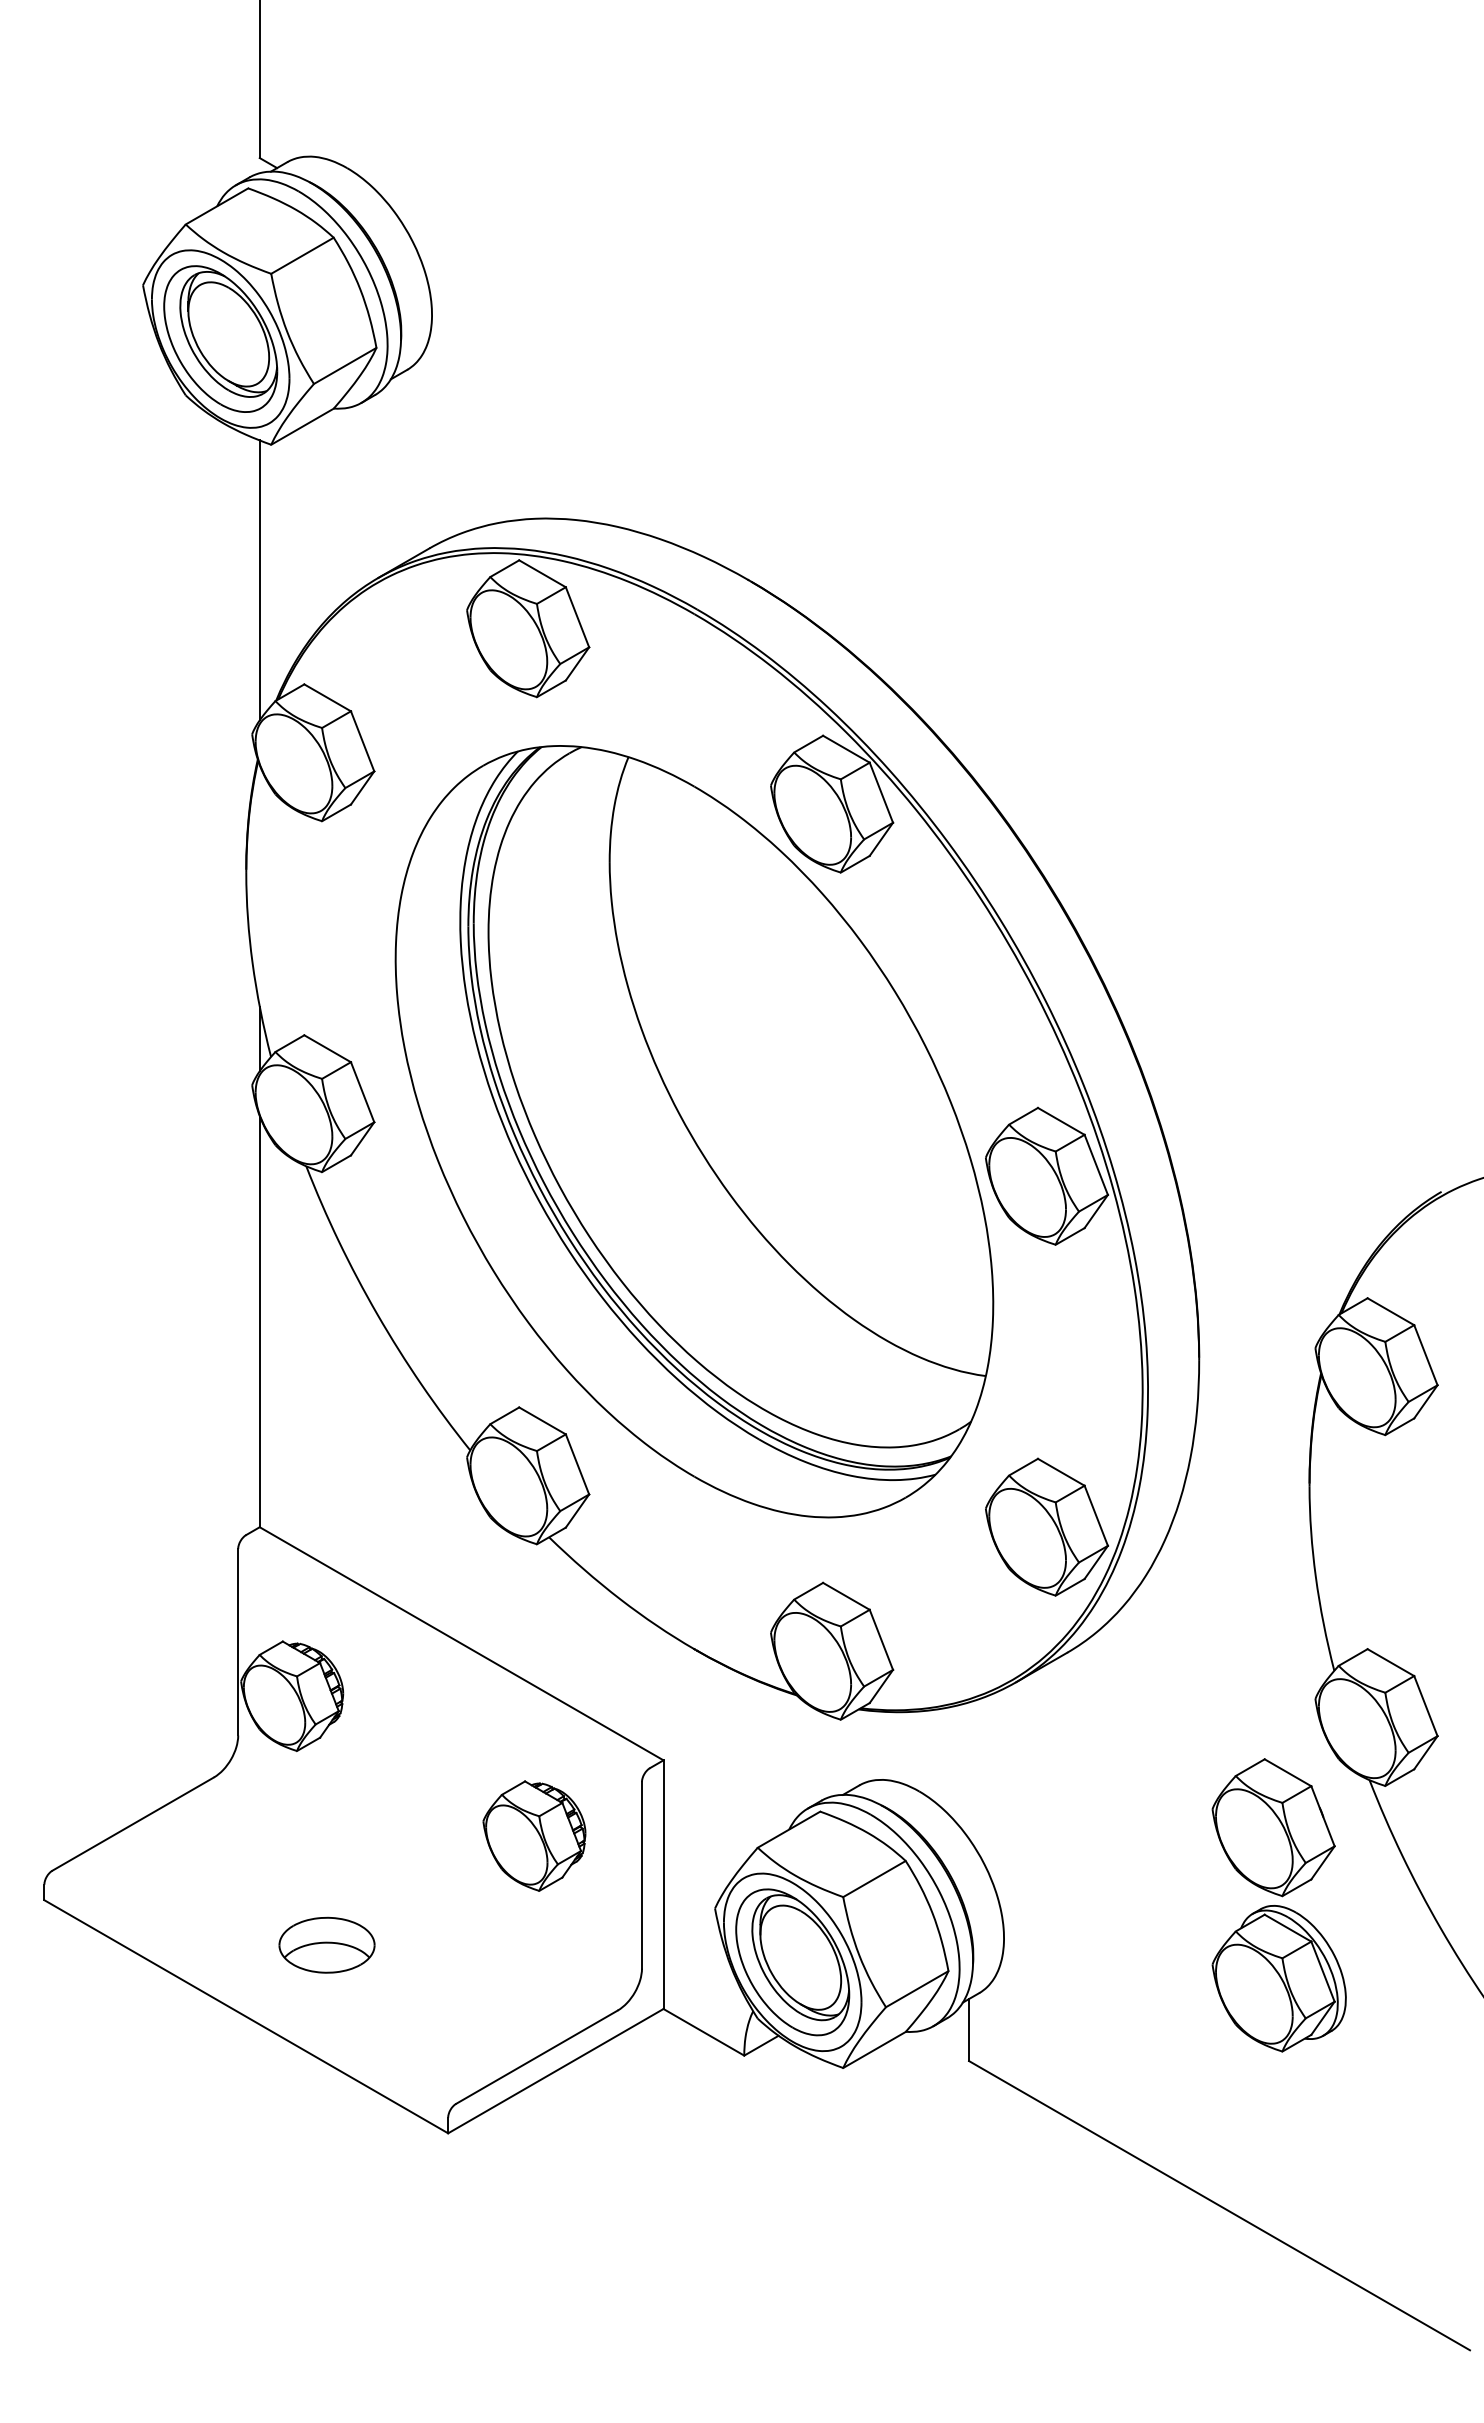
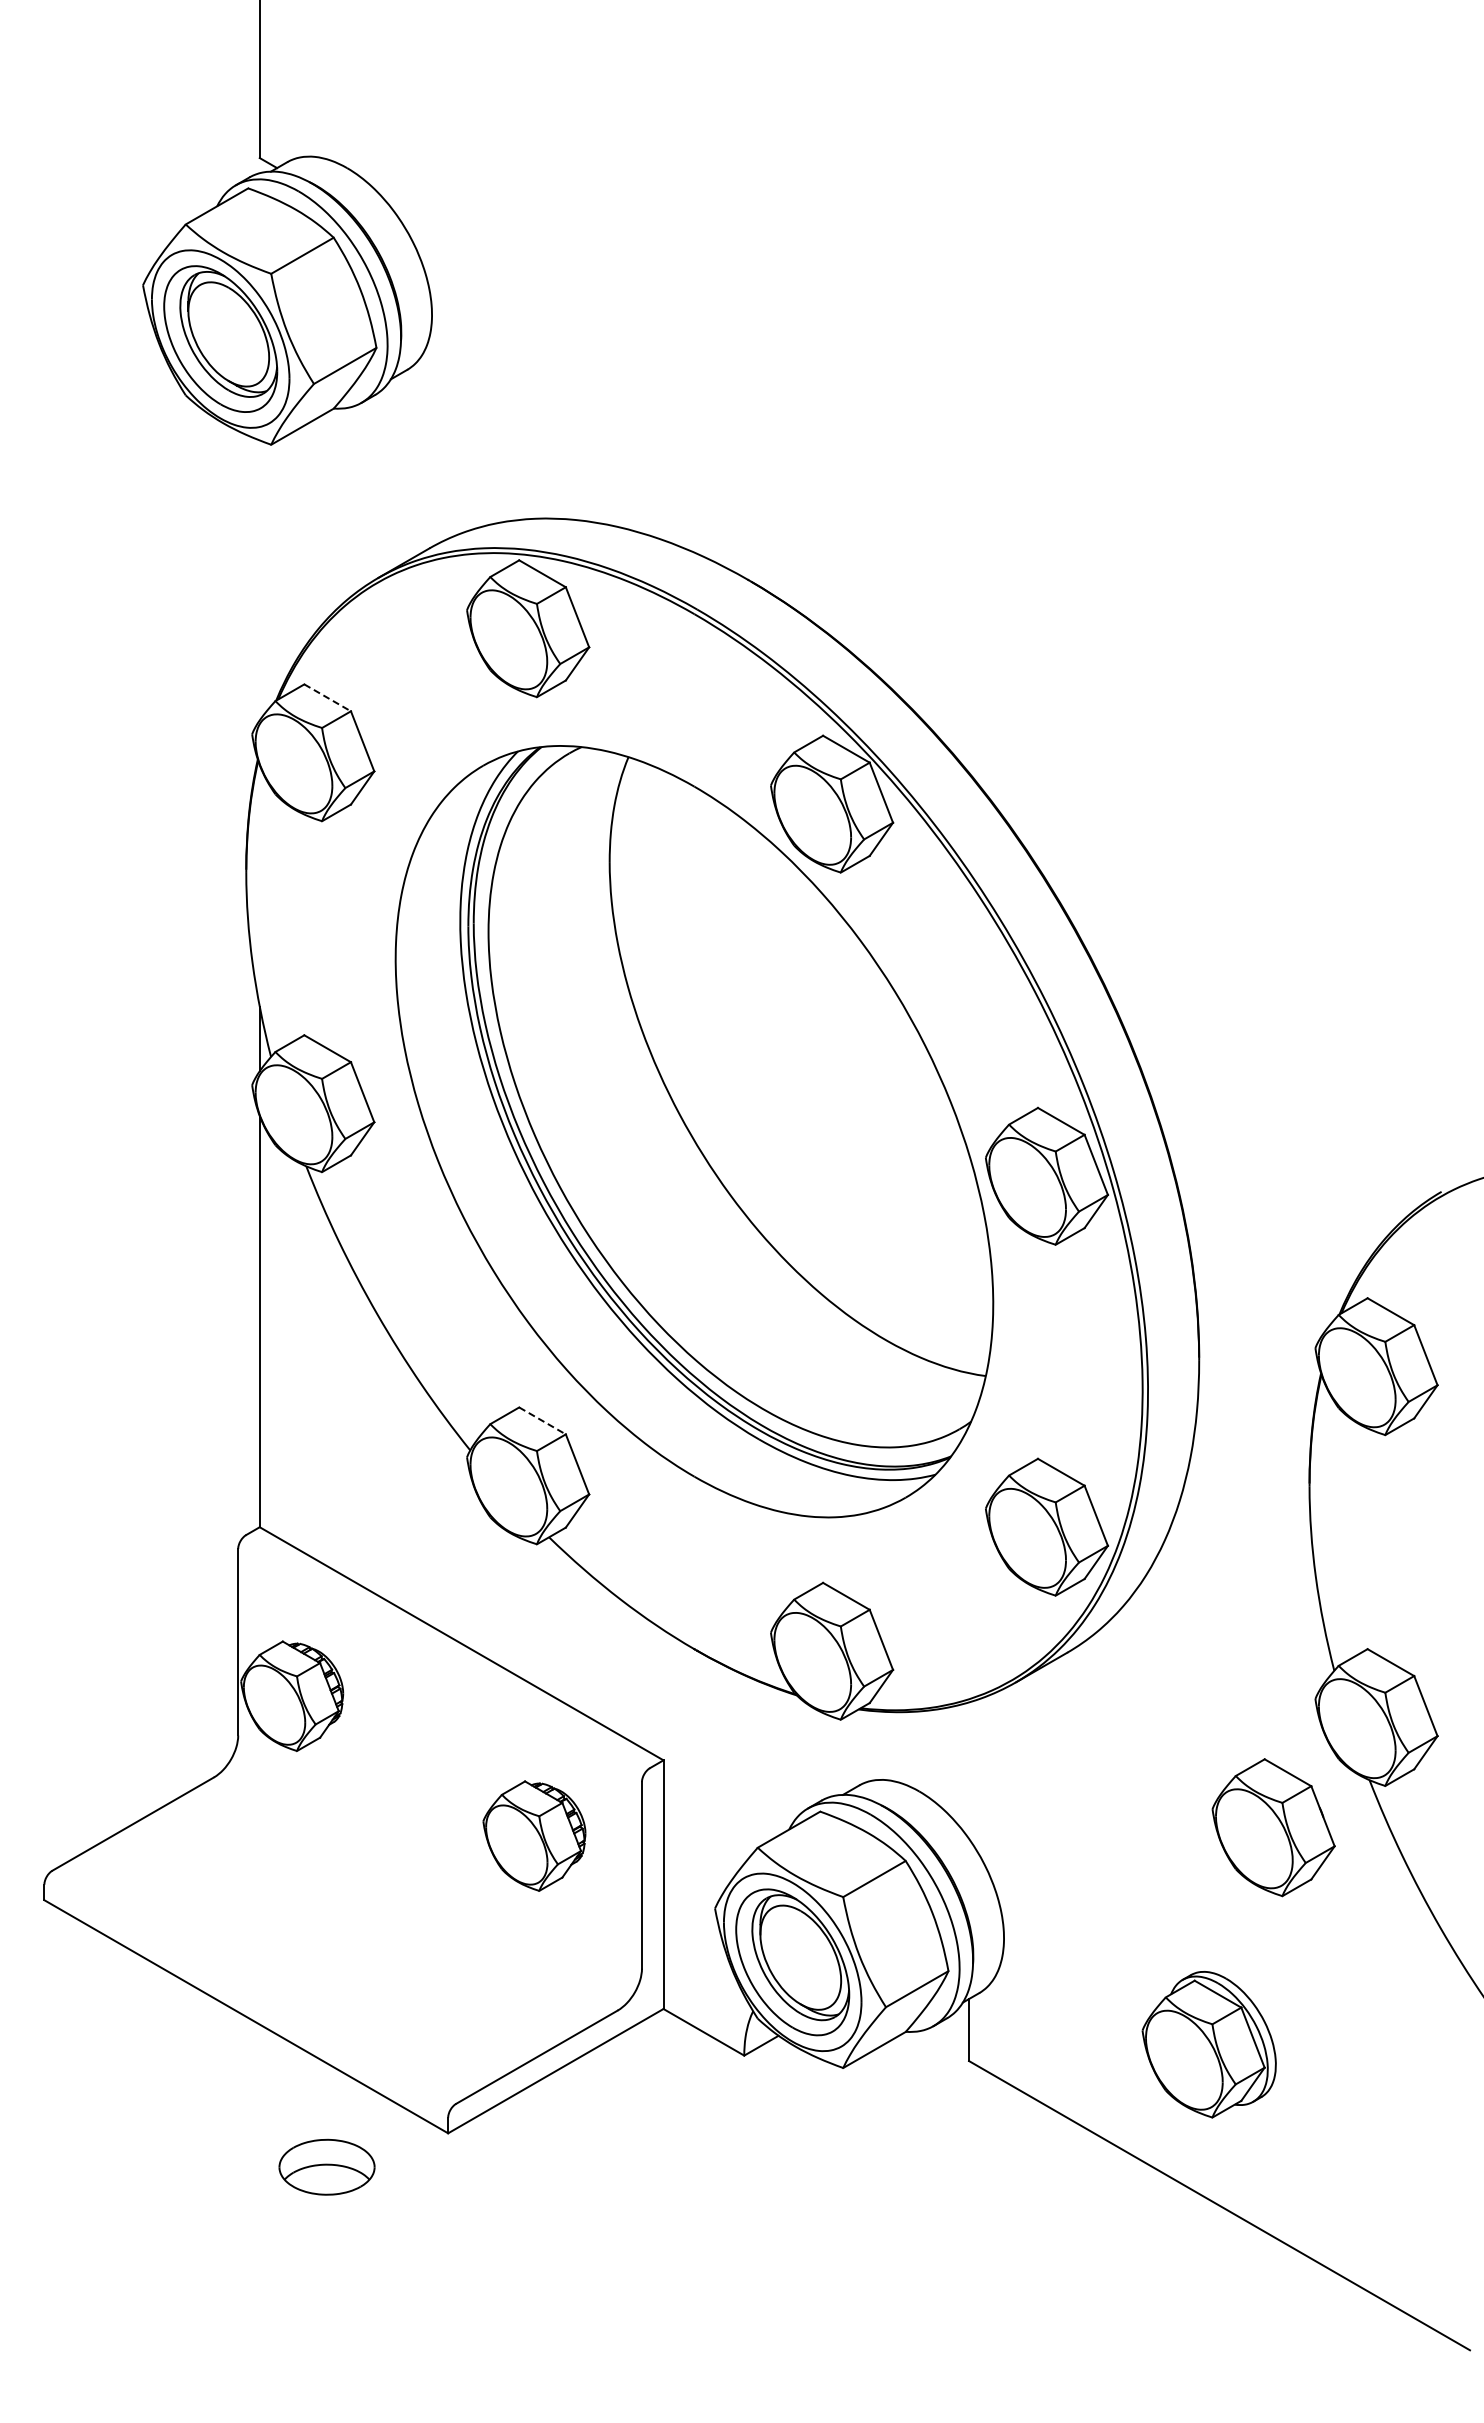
line at (259, 580): present -> none
line at (327, 697): solid -> dashed
line at (542, 1420): solid -> dashed
part at (326, 1944) position: (326, 1944) -> (326, 2166)
part at (1278, 1978) position: (1278, 1978) -> (1208, 2044)
